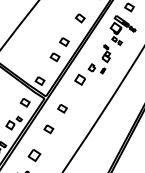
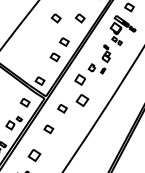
part at (55, 18): none -> present
part at (82, 100): none -> present
